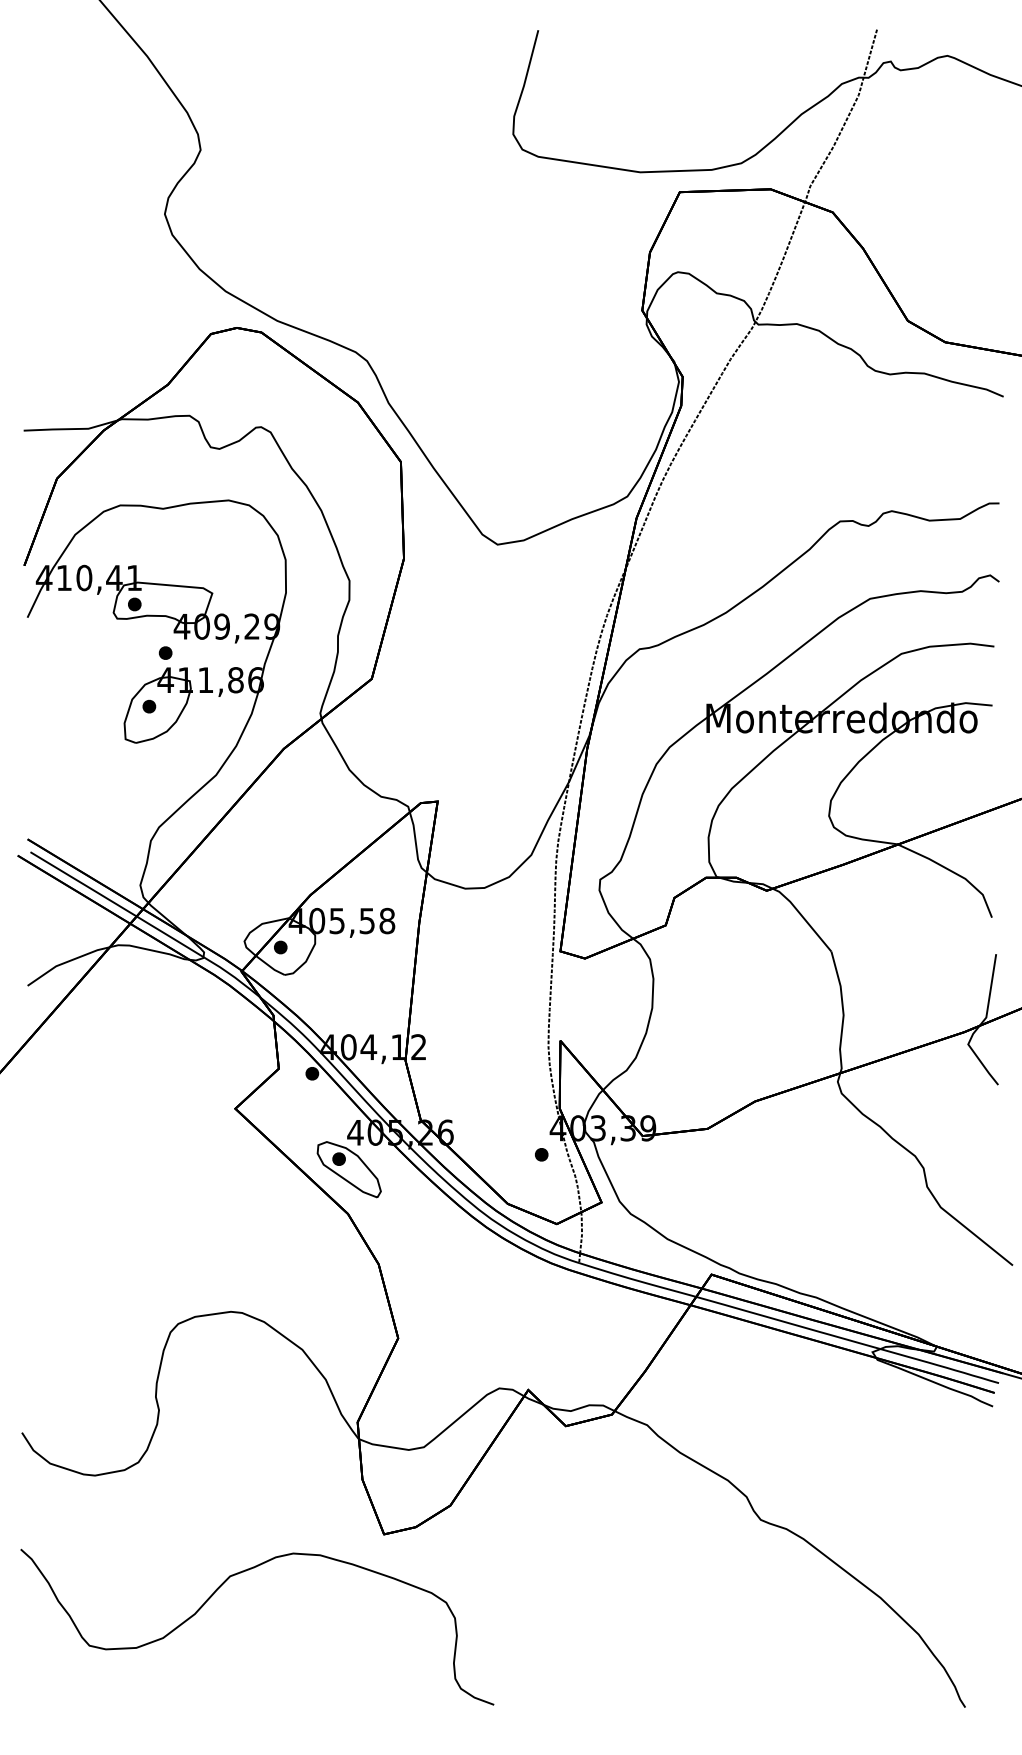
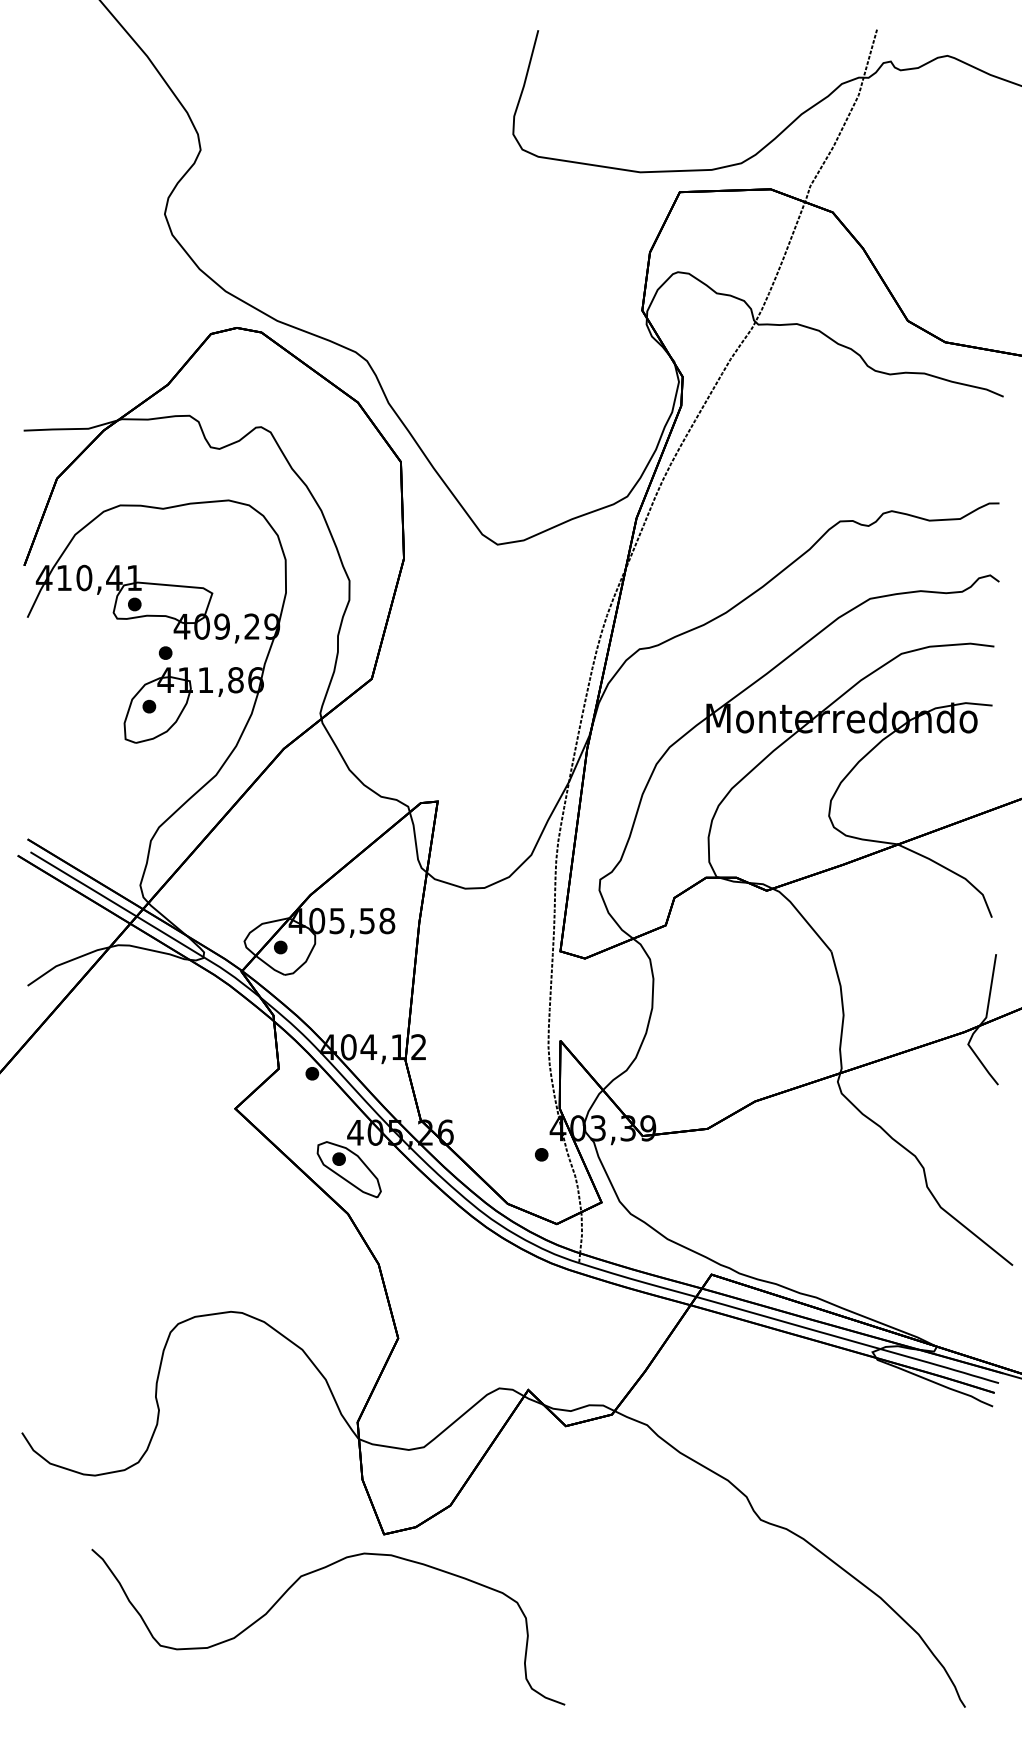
curve at (219, 1588) position: (219, 1588) -> (290, 1588)
